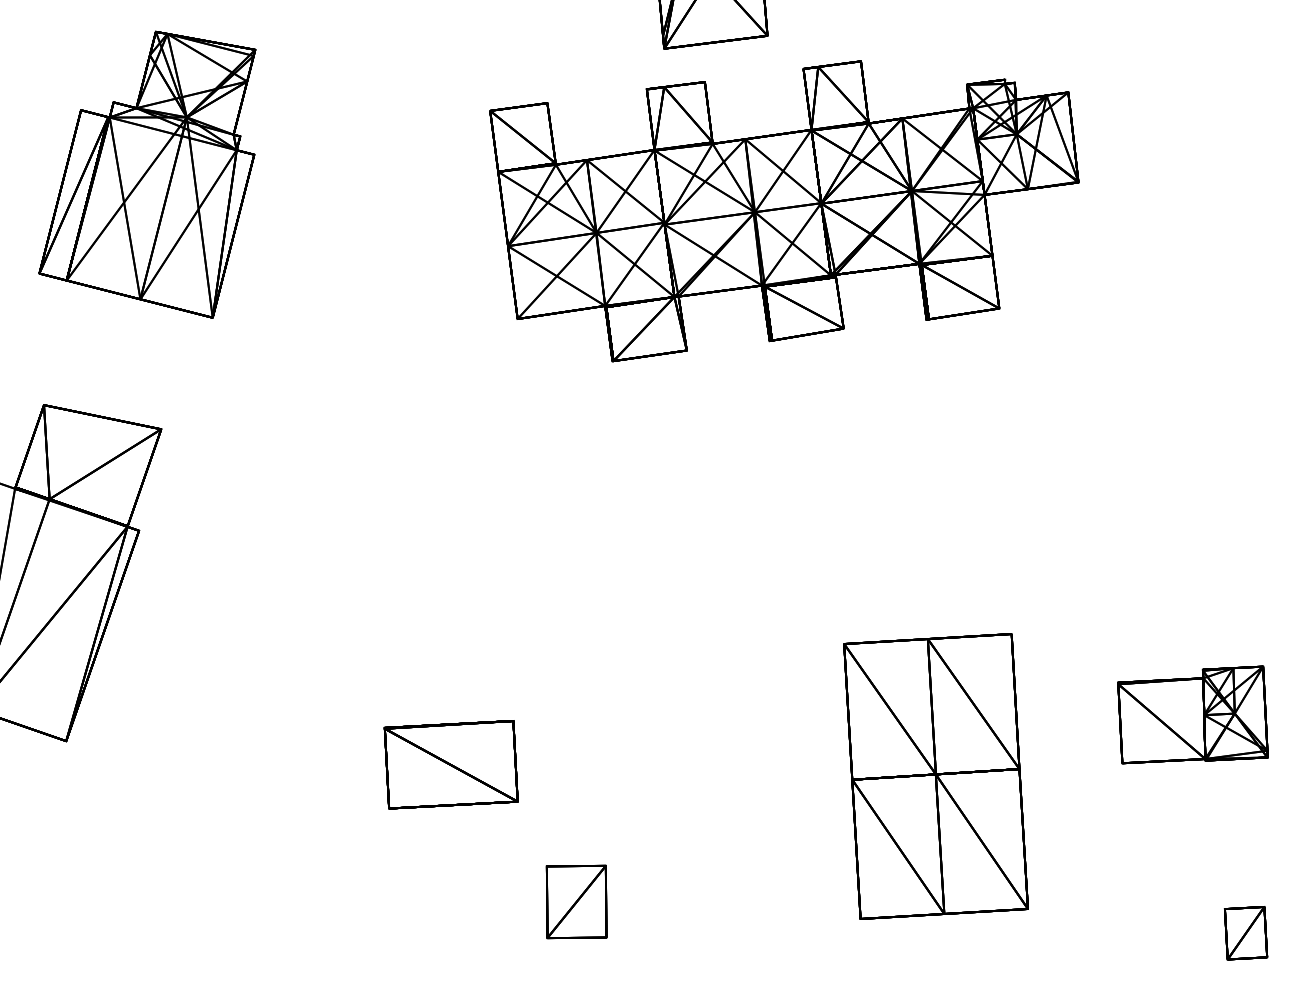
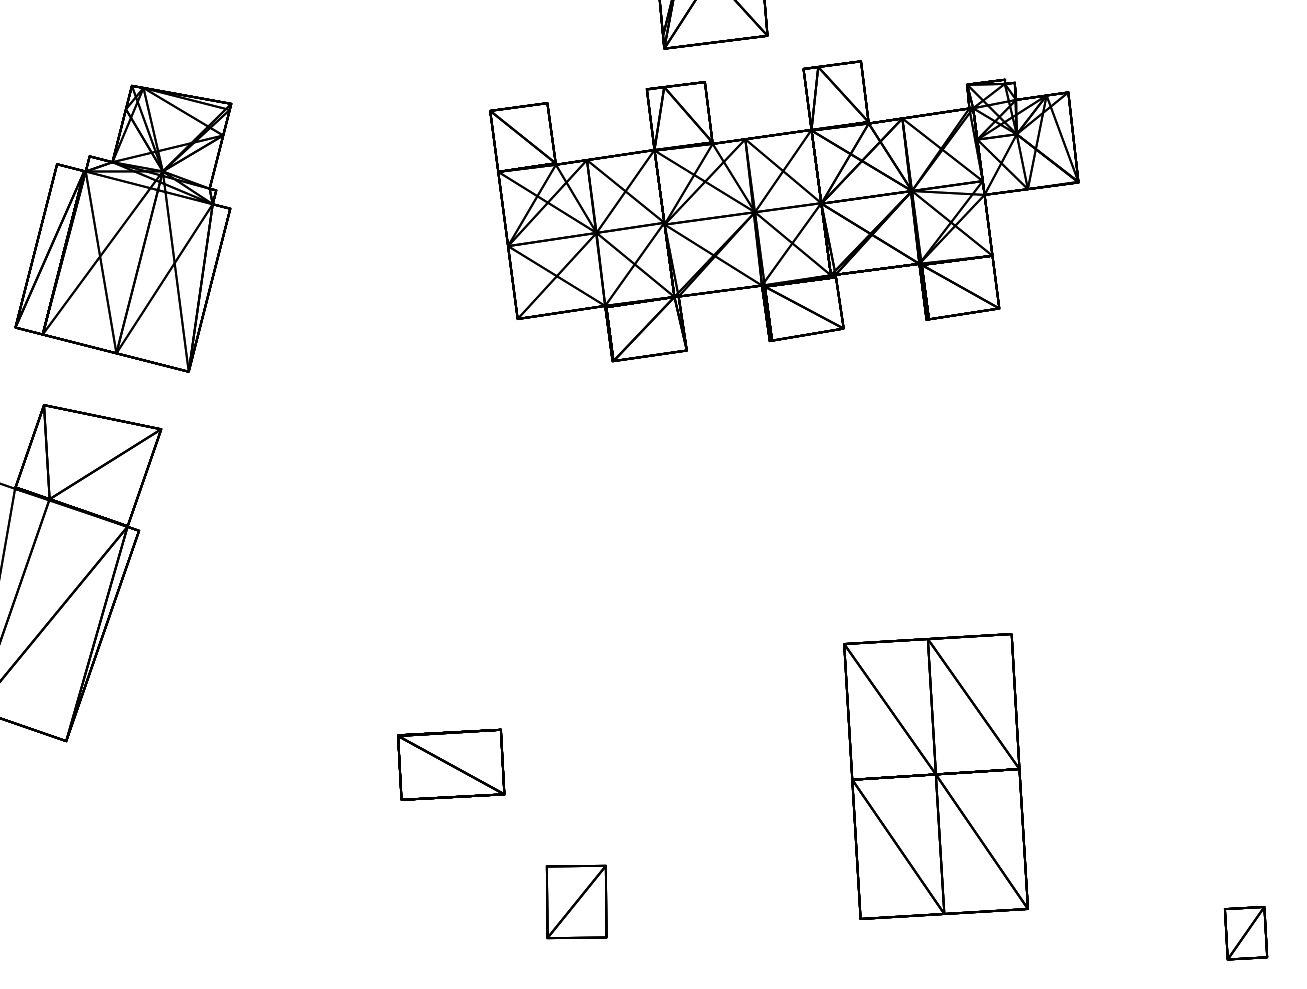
part at (147, 174) position: (147, 174) -> (123, 228)
part at (1192, 714): present -> none
part at (450, 764) size: 136x90 px -> 109x73 px
